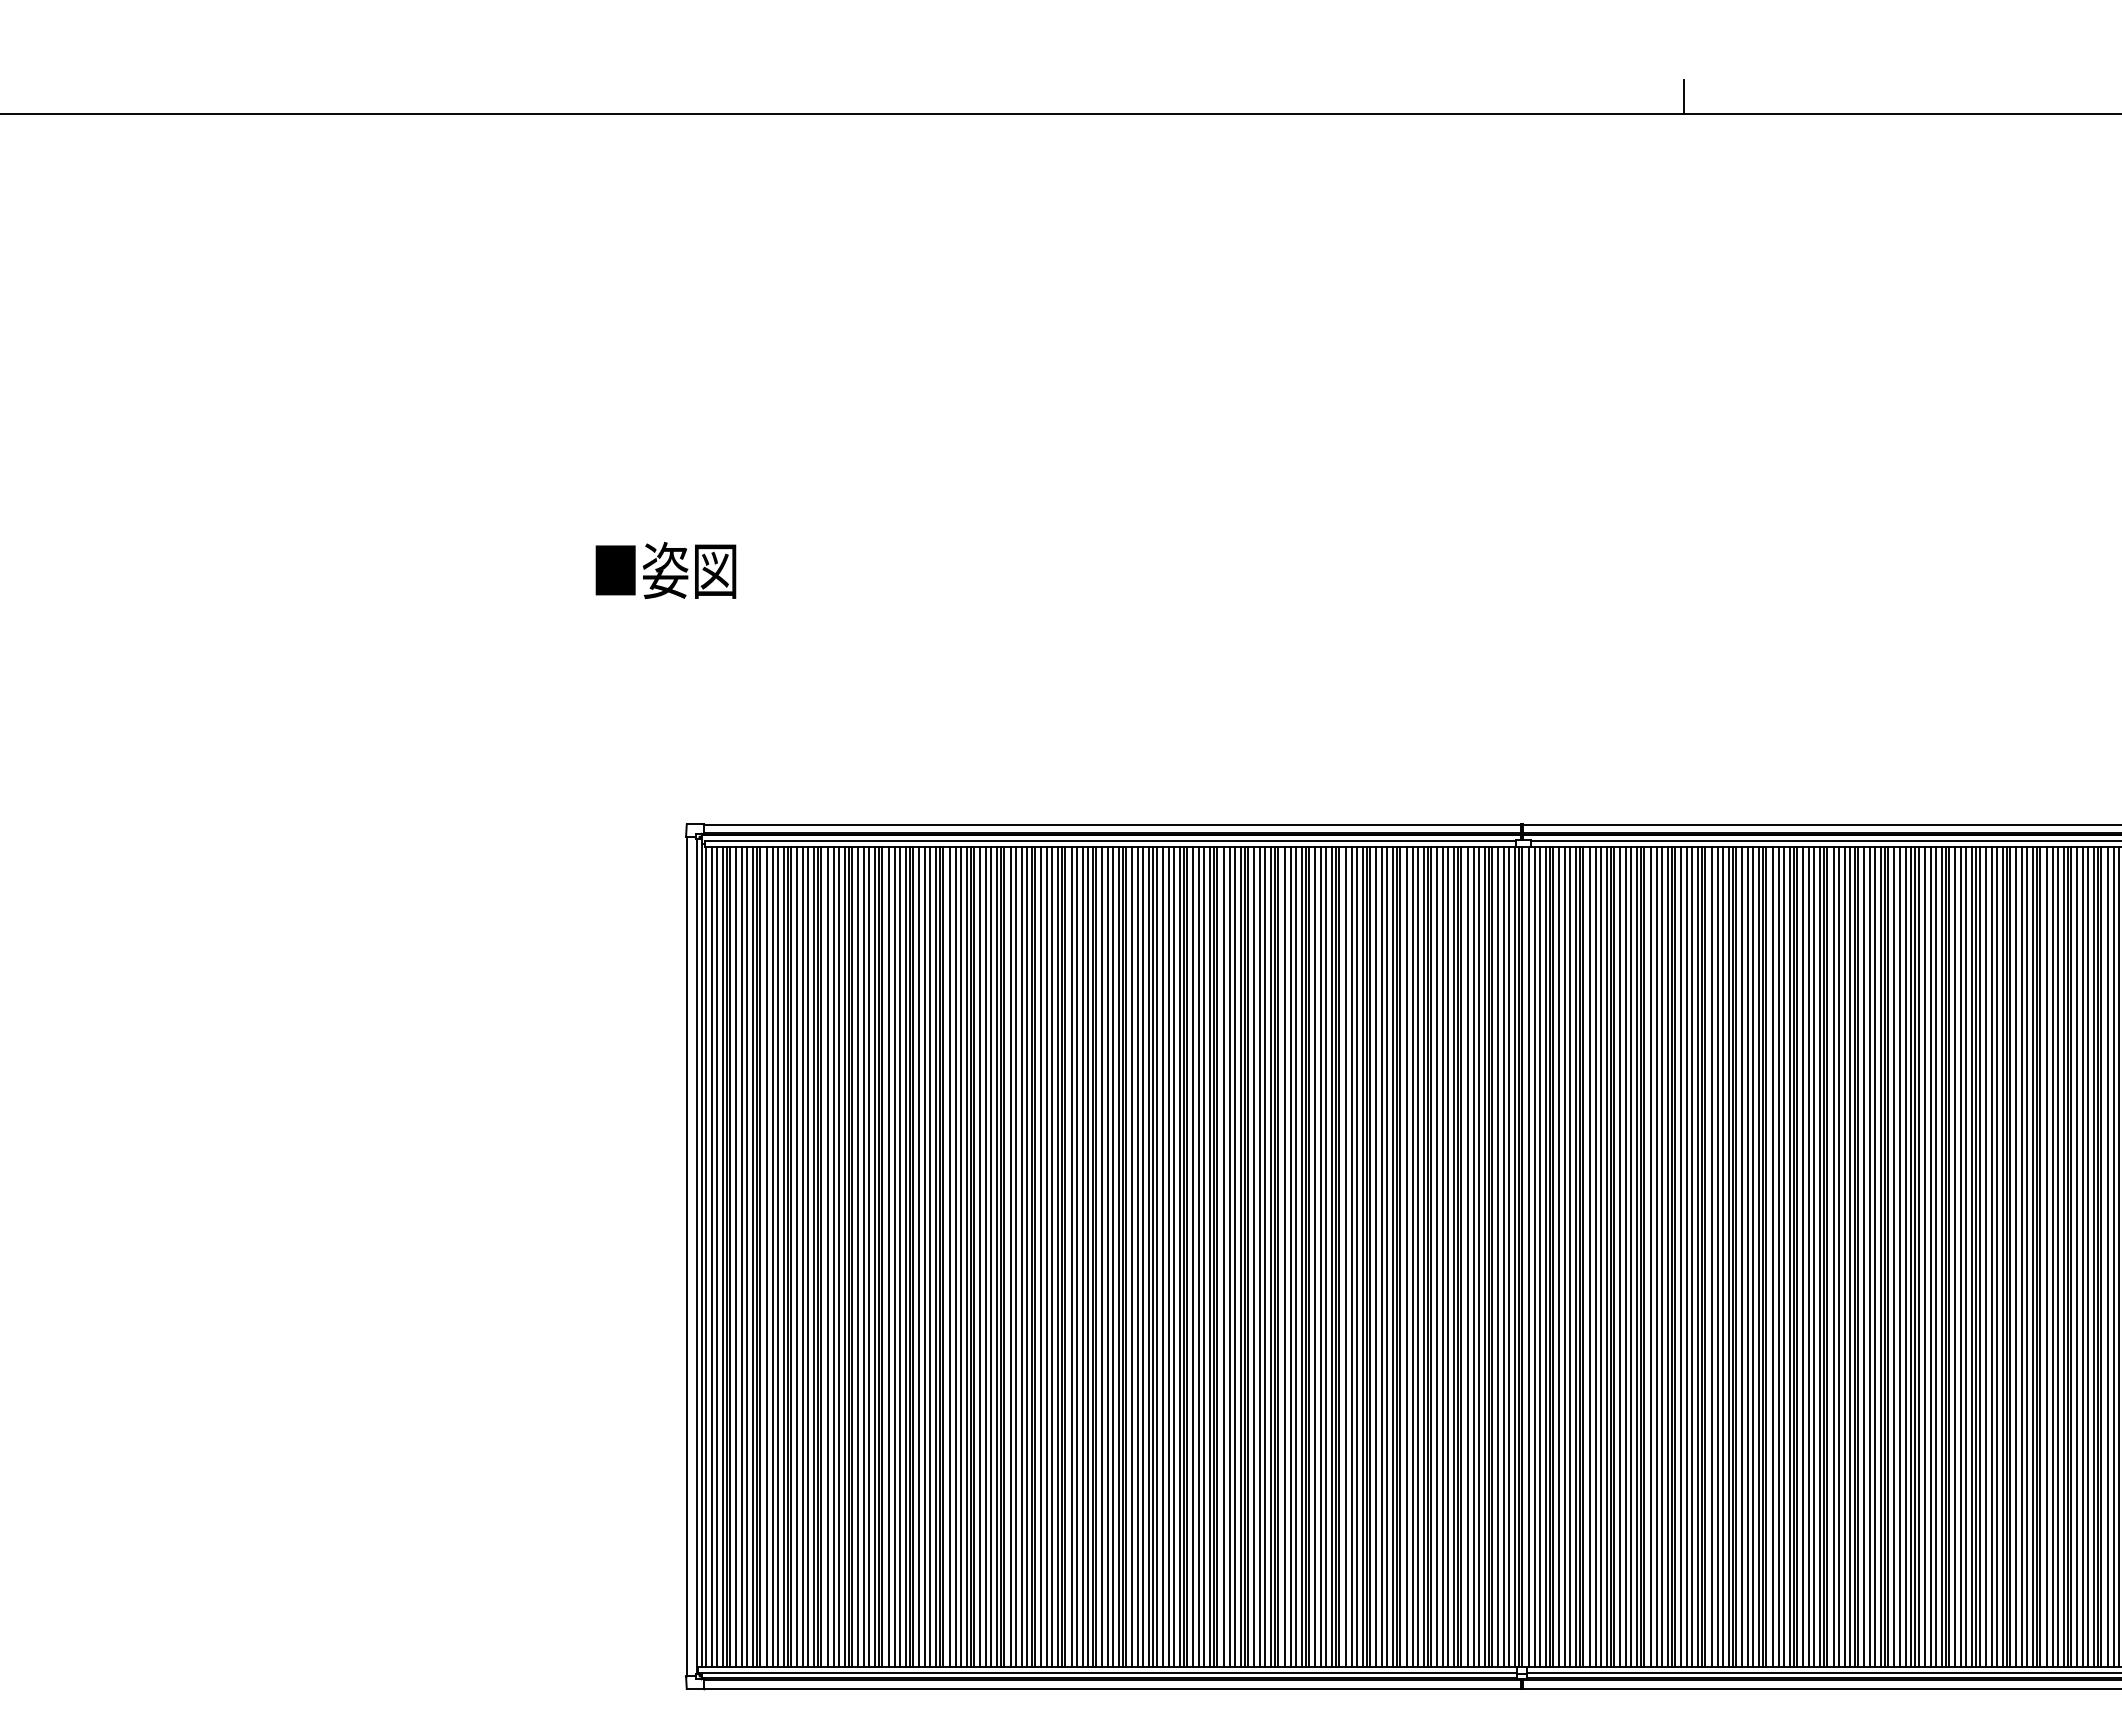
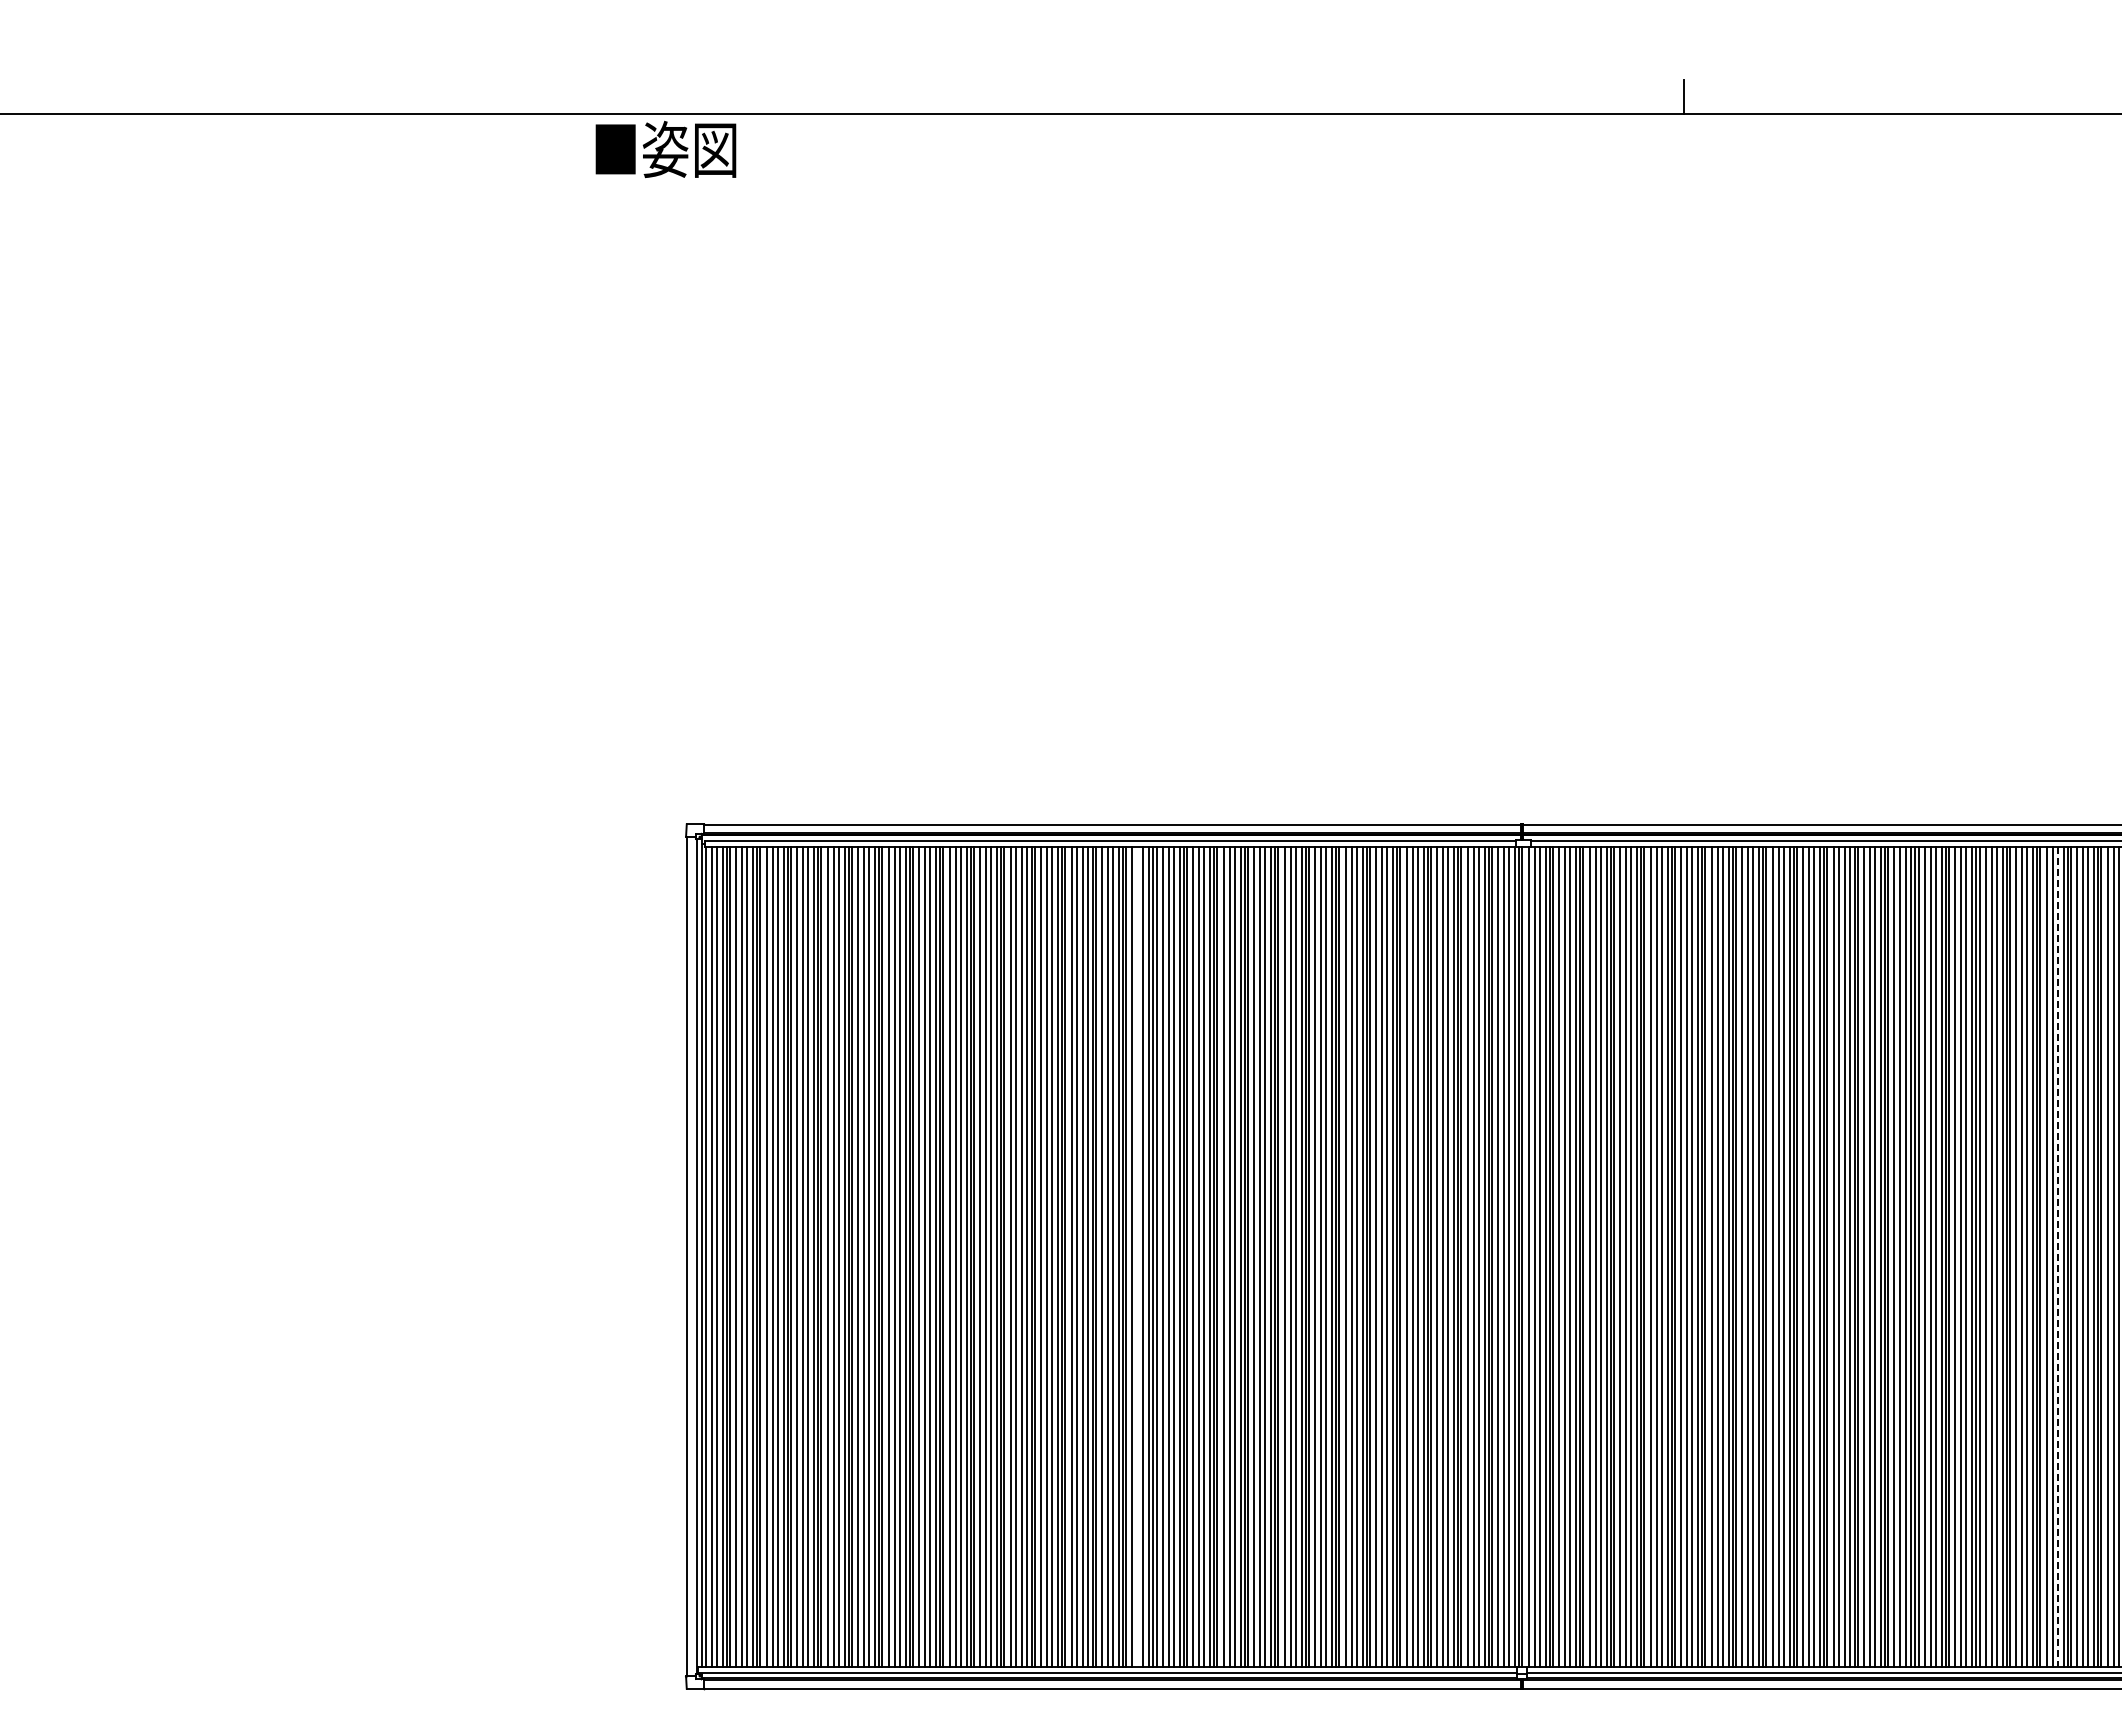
text at (665, 570) position: (665, 570) -> (665, 149)
line at (1138, 1256): present -> none
line at (2057, 1257): solid -> dashed
